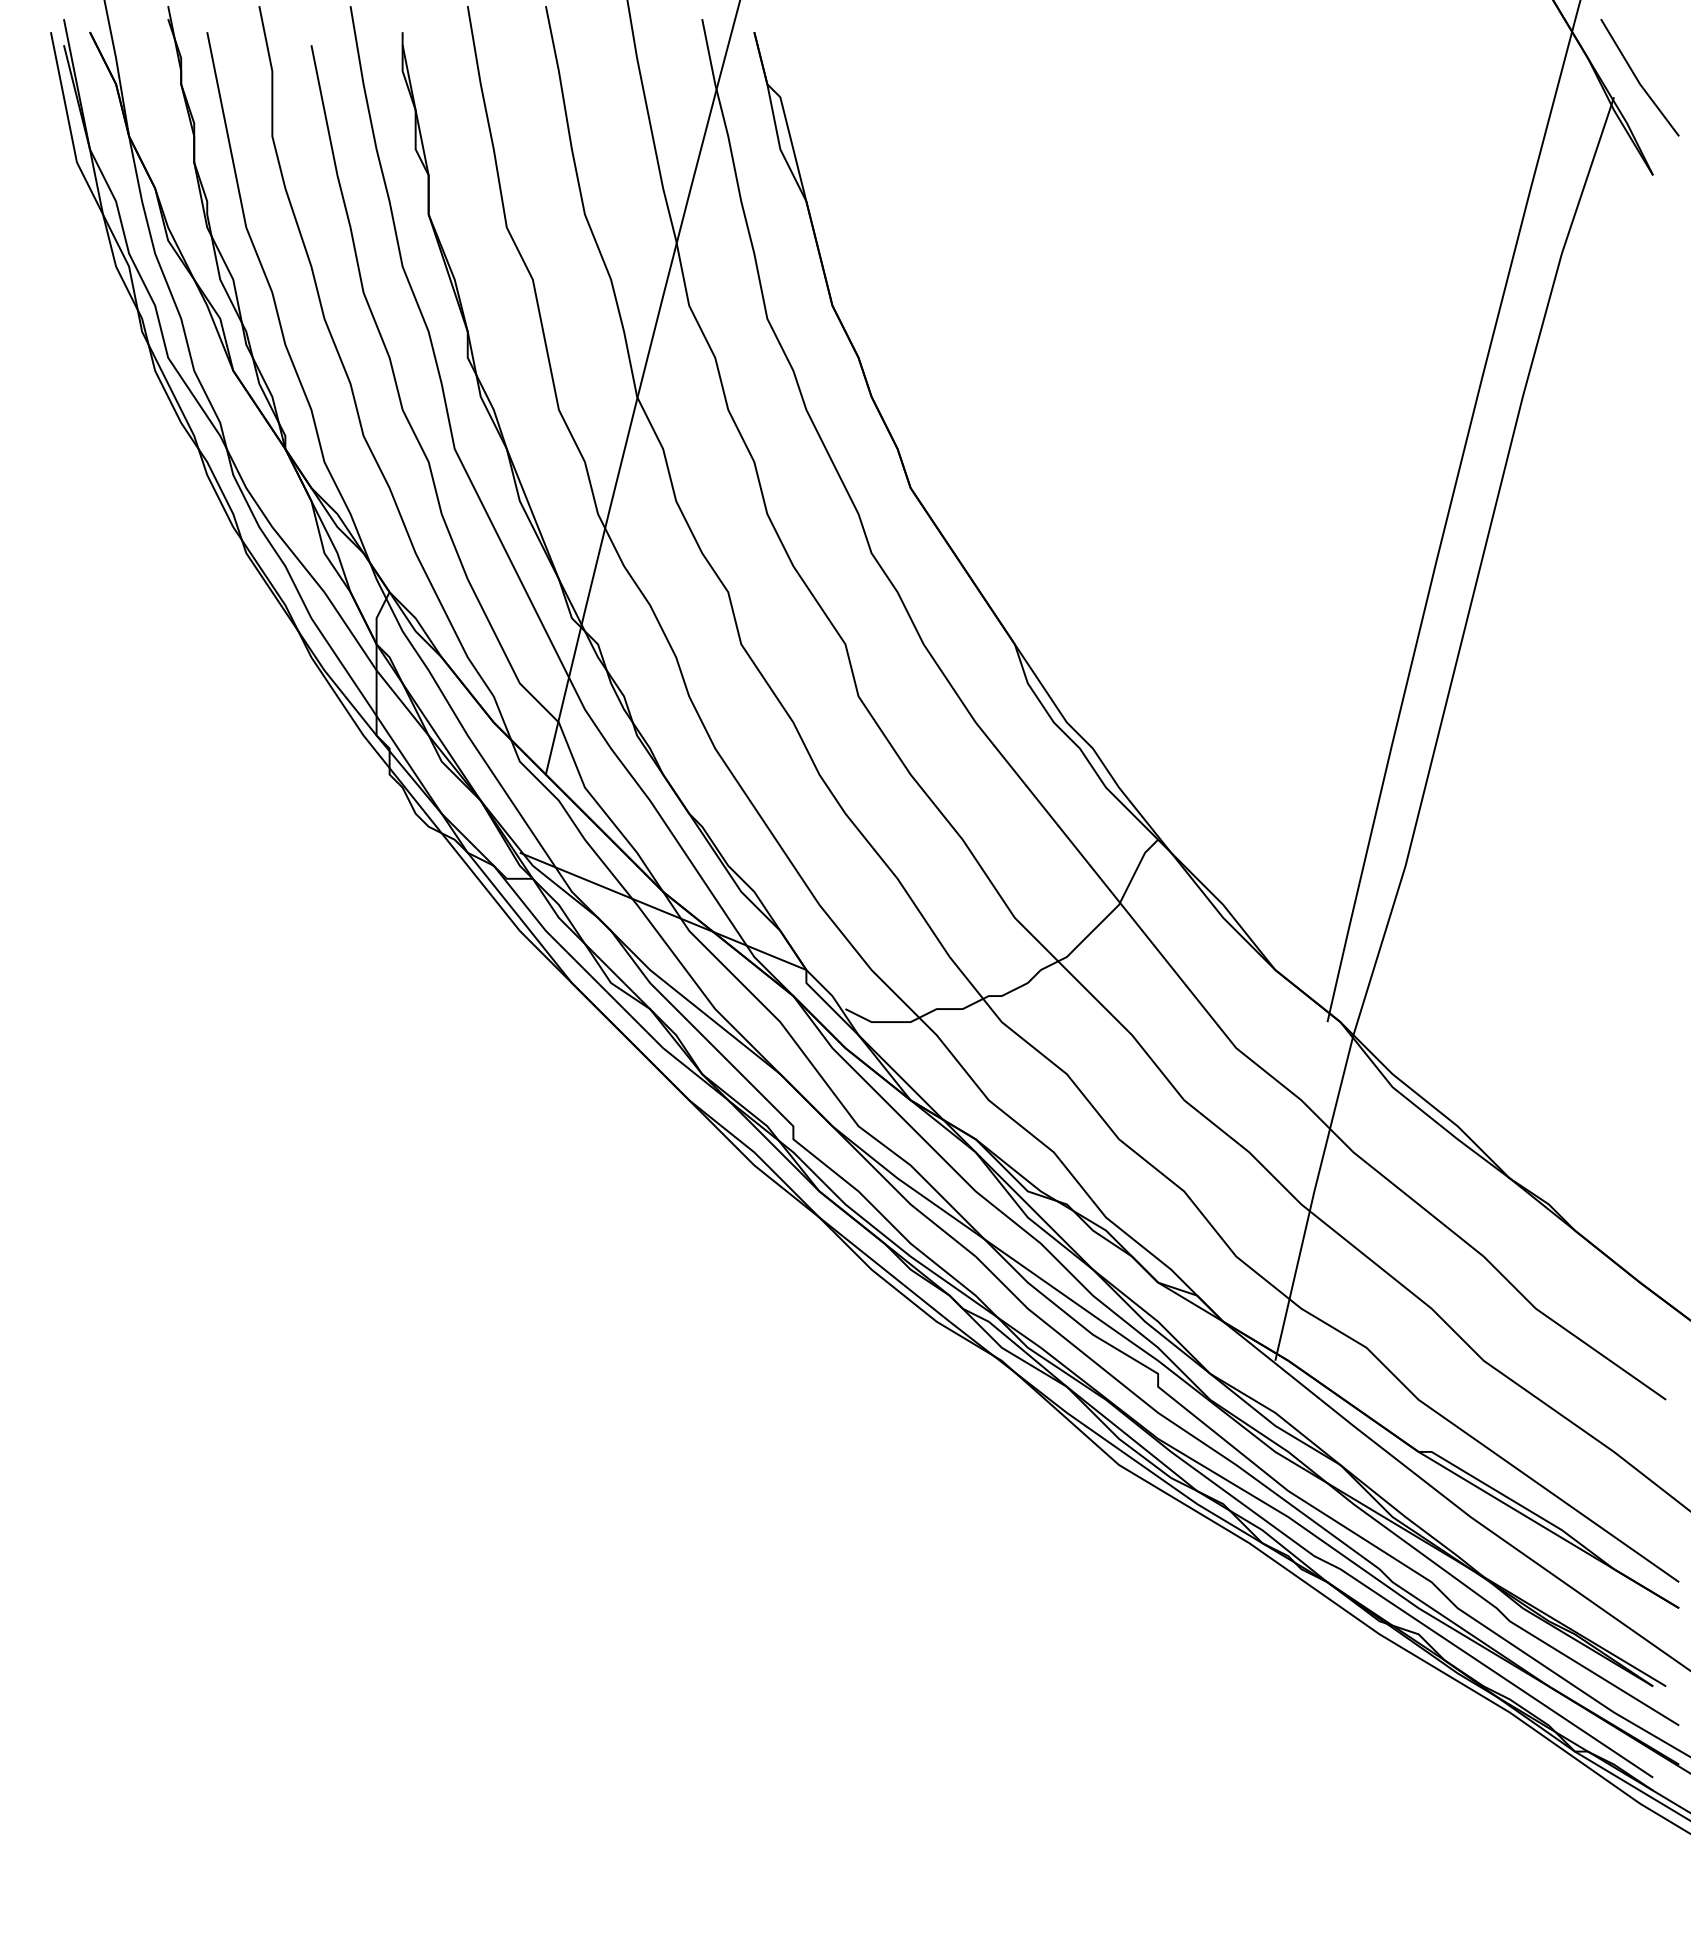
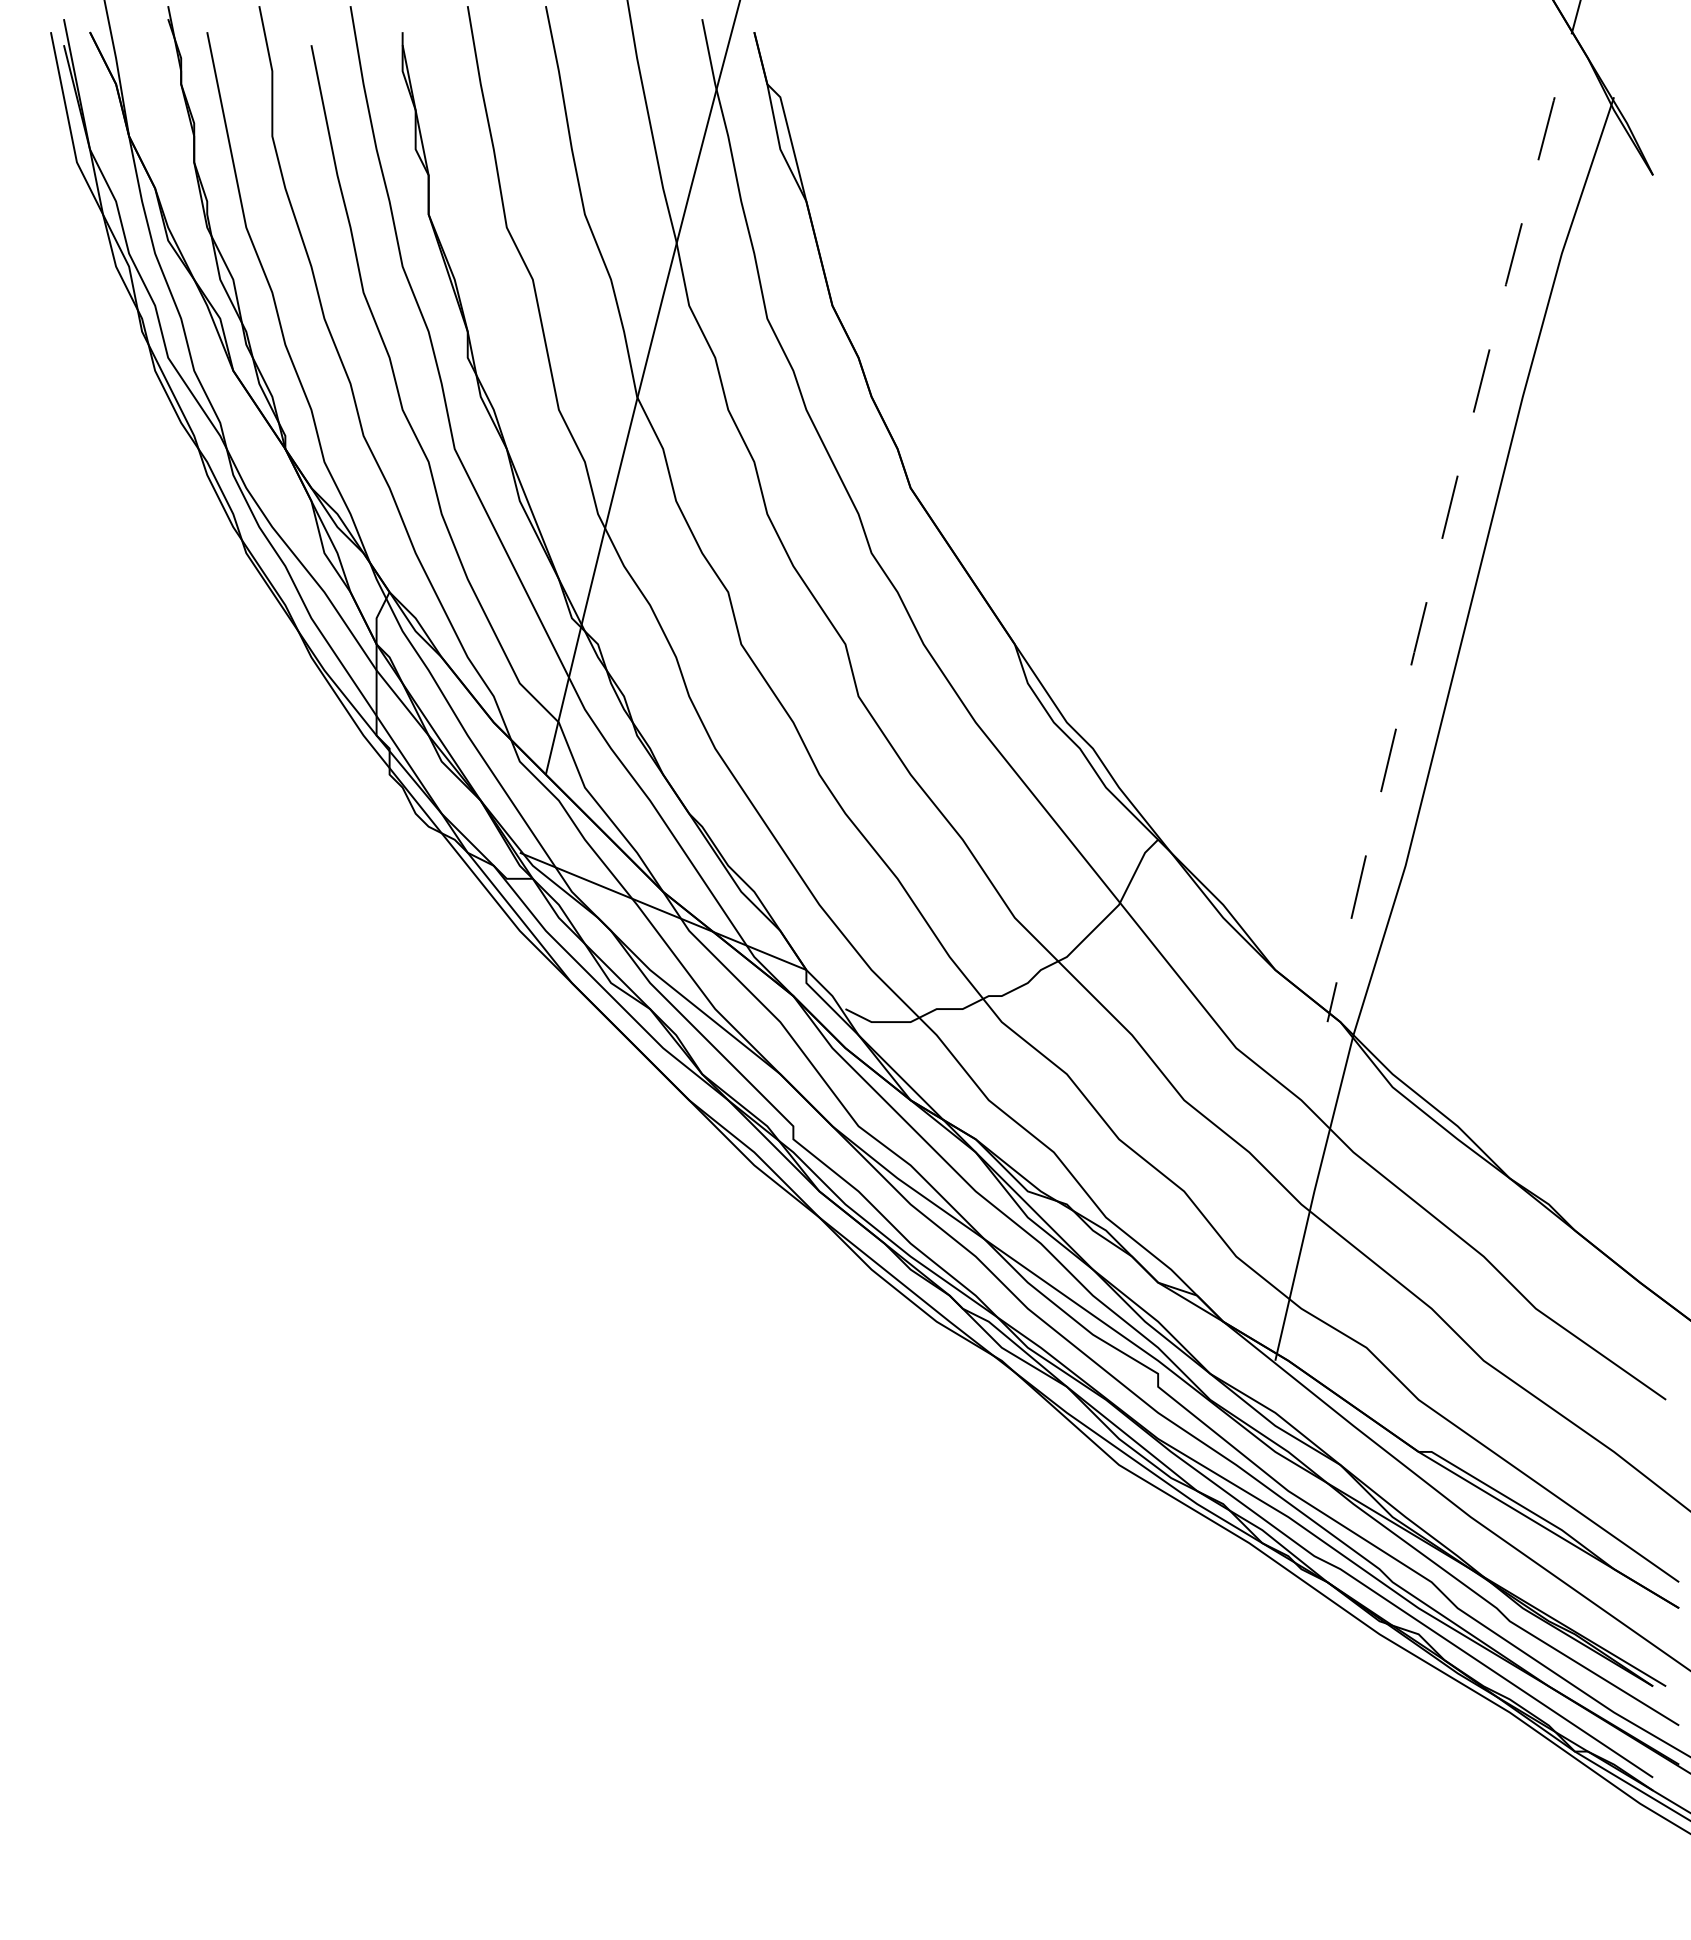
line at (1637, 77): present -> none
arc at (1449, 510): solid -> dashed
